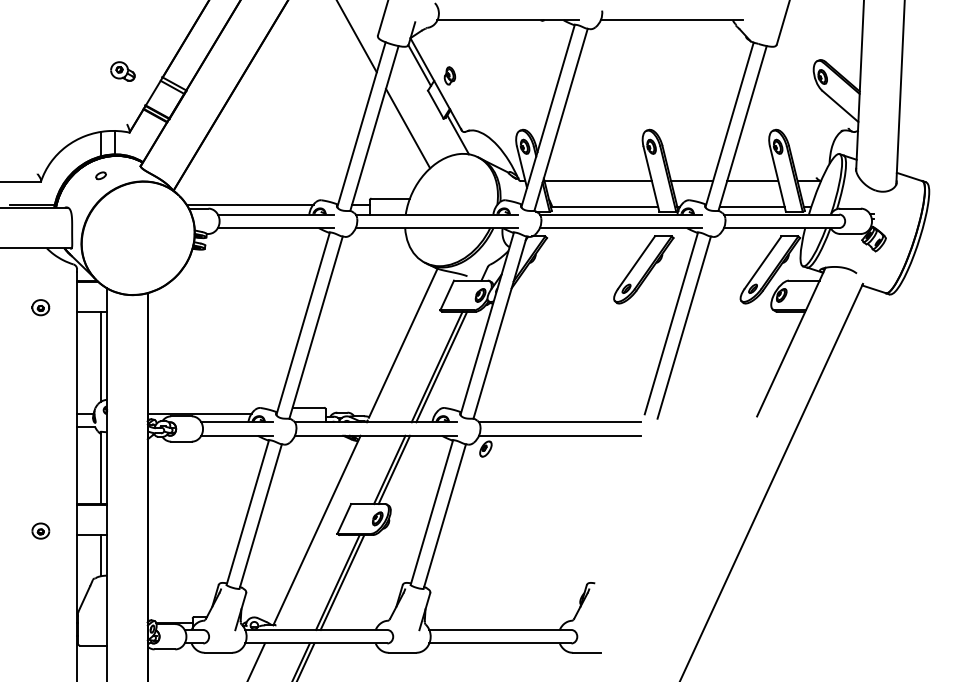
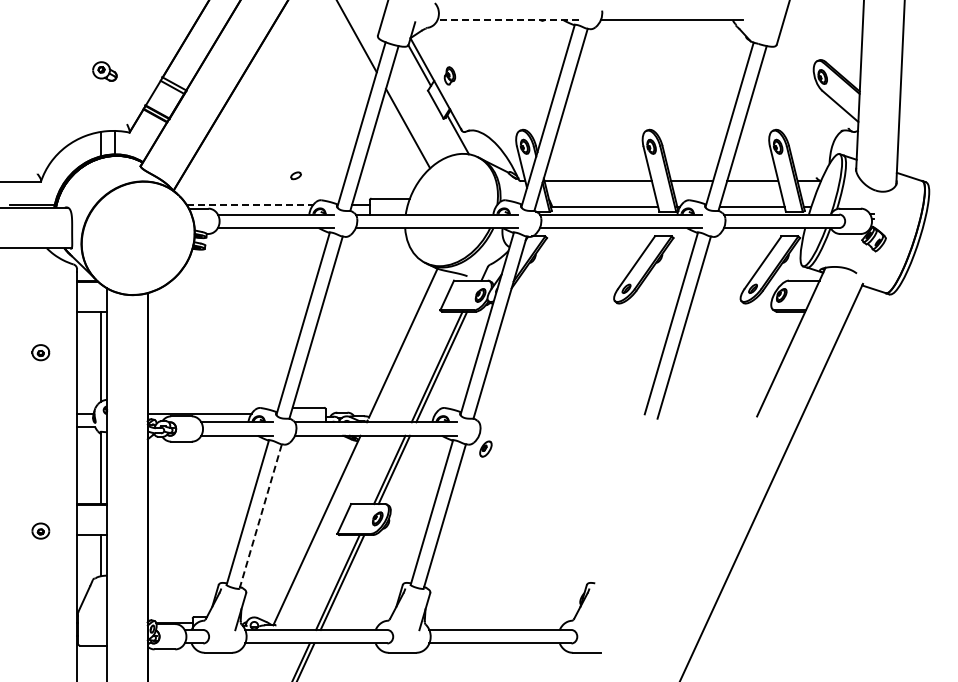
line at (508, 20): solid -> dashed
part at (122, 71) position: (122, 71) -> (104, 71)
part at (100, 175) position: (100, 175) -> (295, 175)
line at (250, 204): solid -> dashed
part at (40, 307) position: (40, 307) -> (40, 352)
line at (559, 422): present -> none
line at (560, 435): present -> none
line at (260, 516): solid -> dashed
line at (256, 660): present -> none
